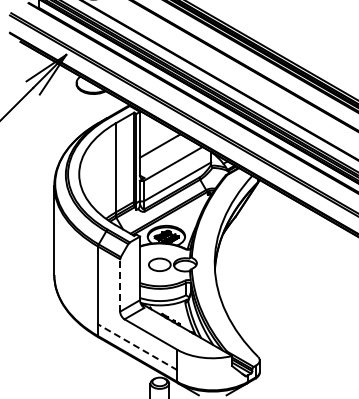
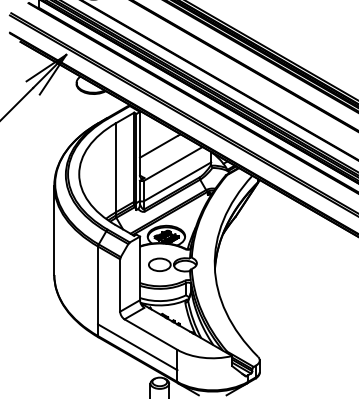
line at (120, 285): dashed -> solid
line at (137, 347): dashed -> solid
